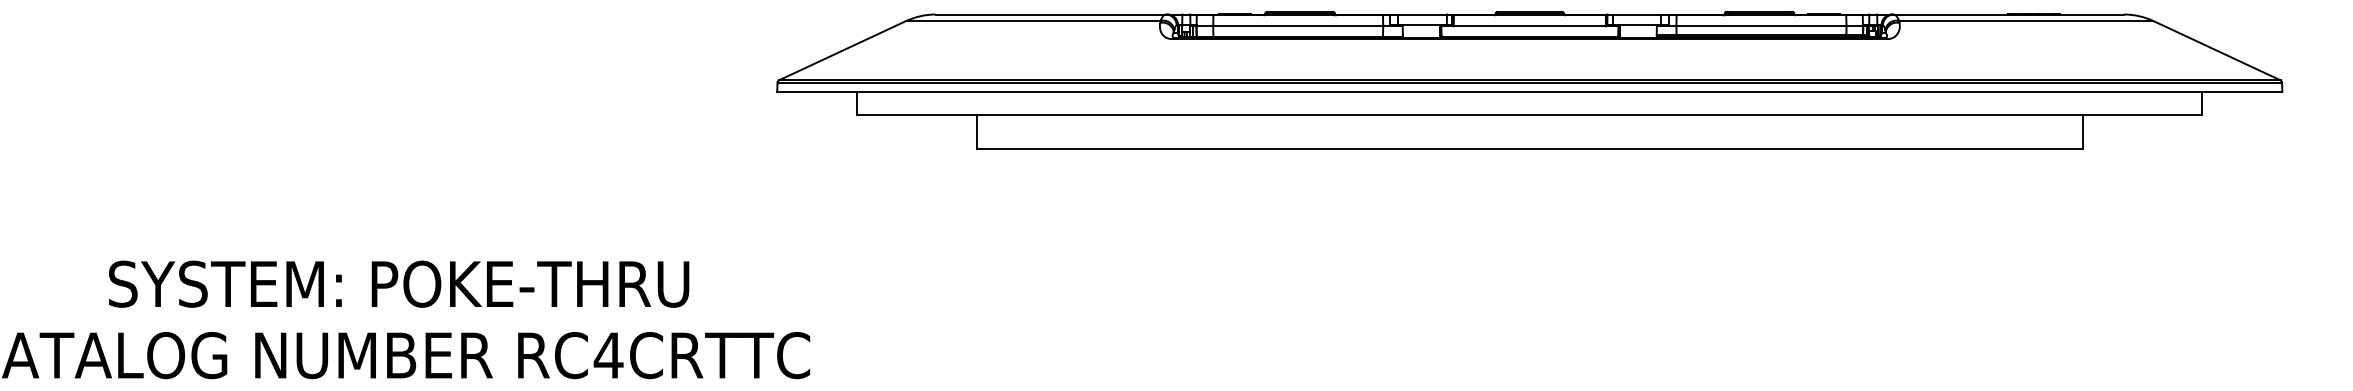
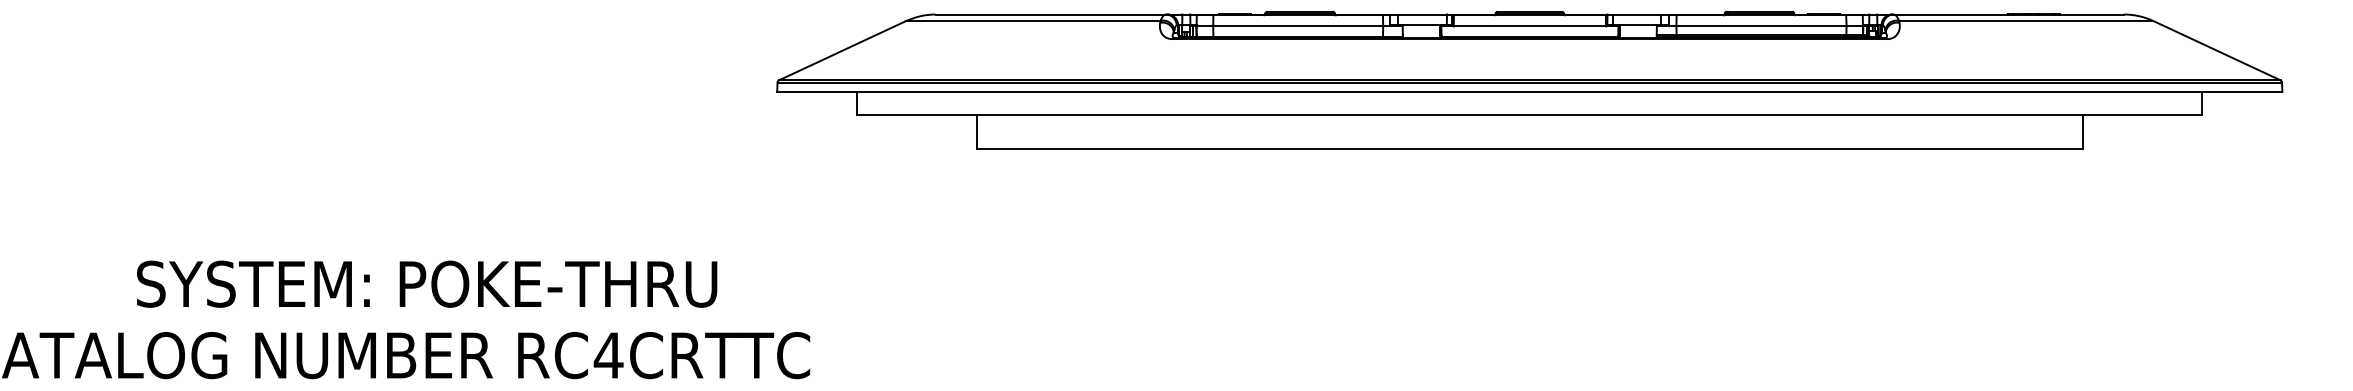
text at (399, 283) position: (399, 283) -> (427, 283)
